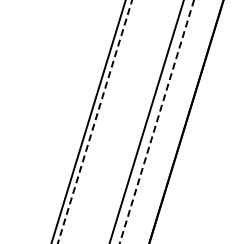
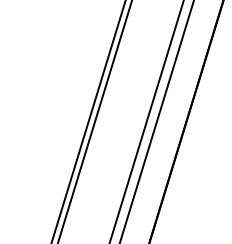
line at (94, 122): dashed -> solid
line at (156, 122): dashed -> solid
